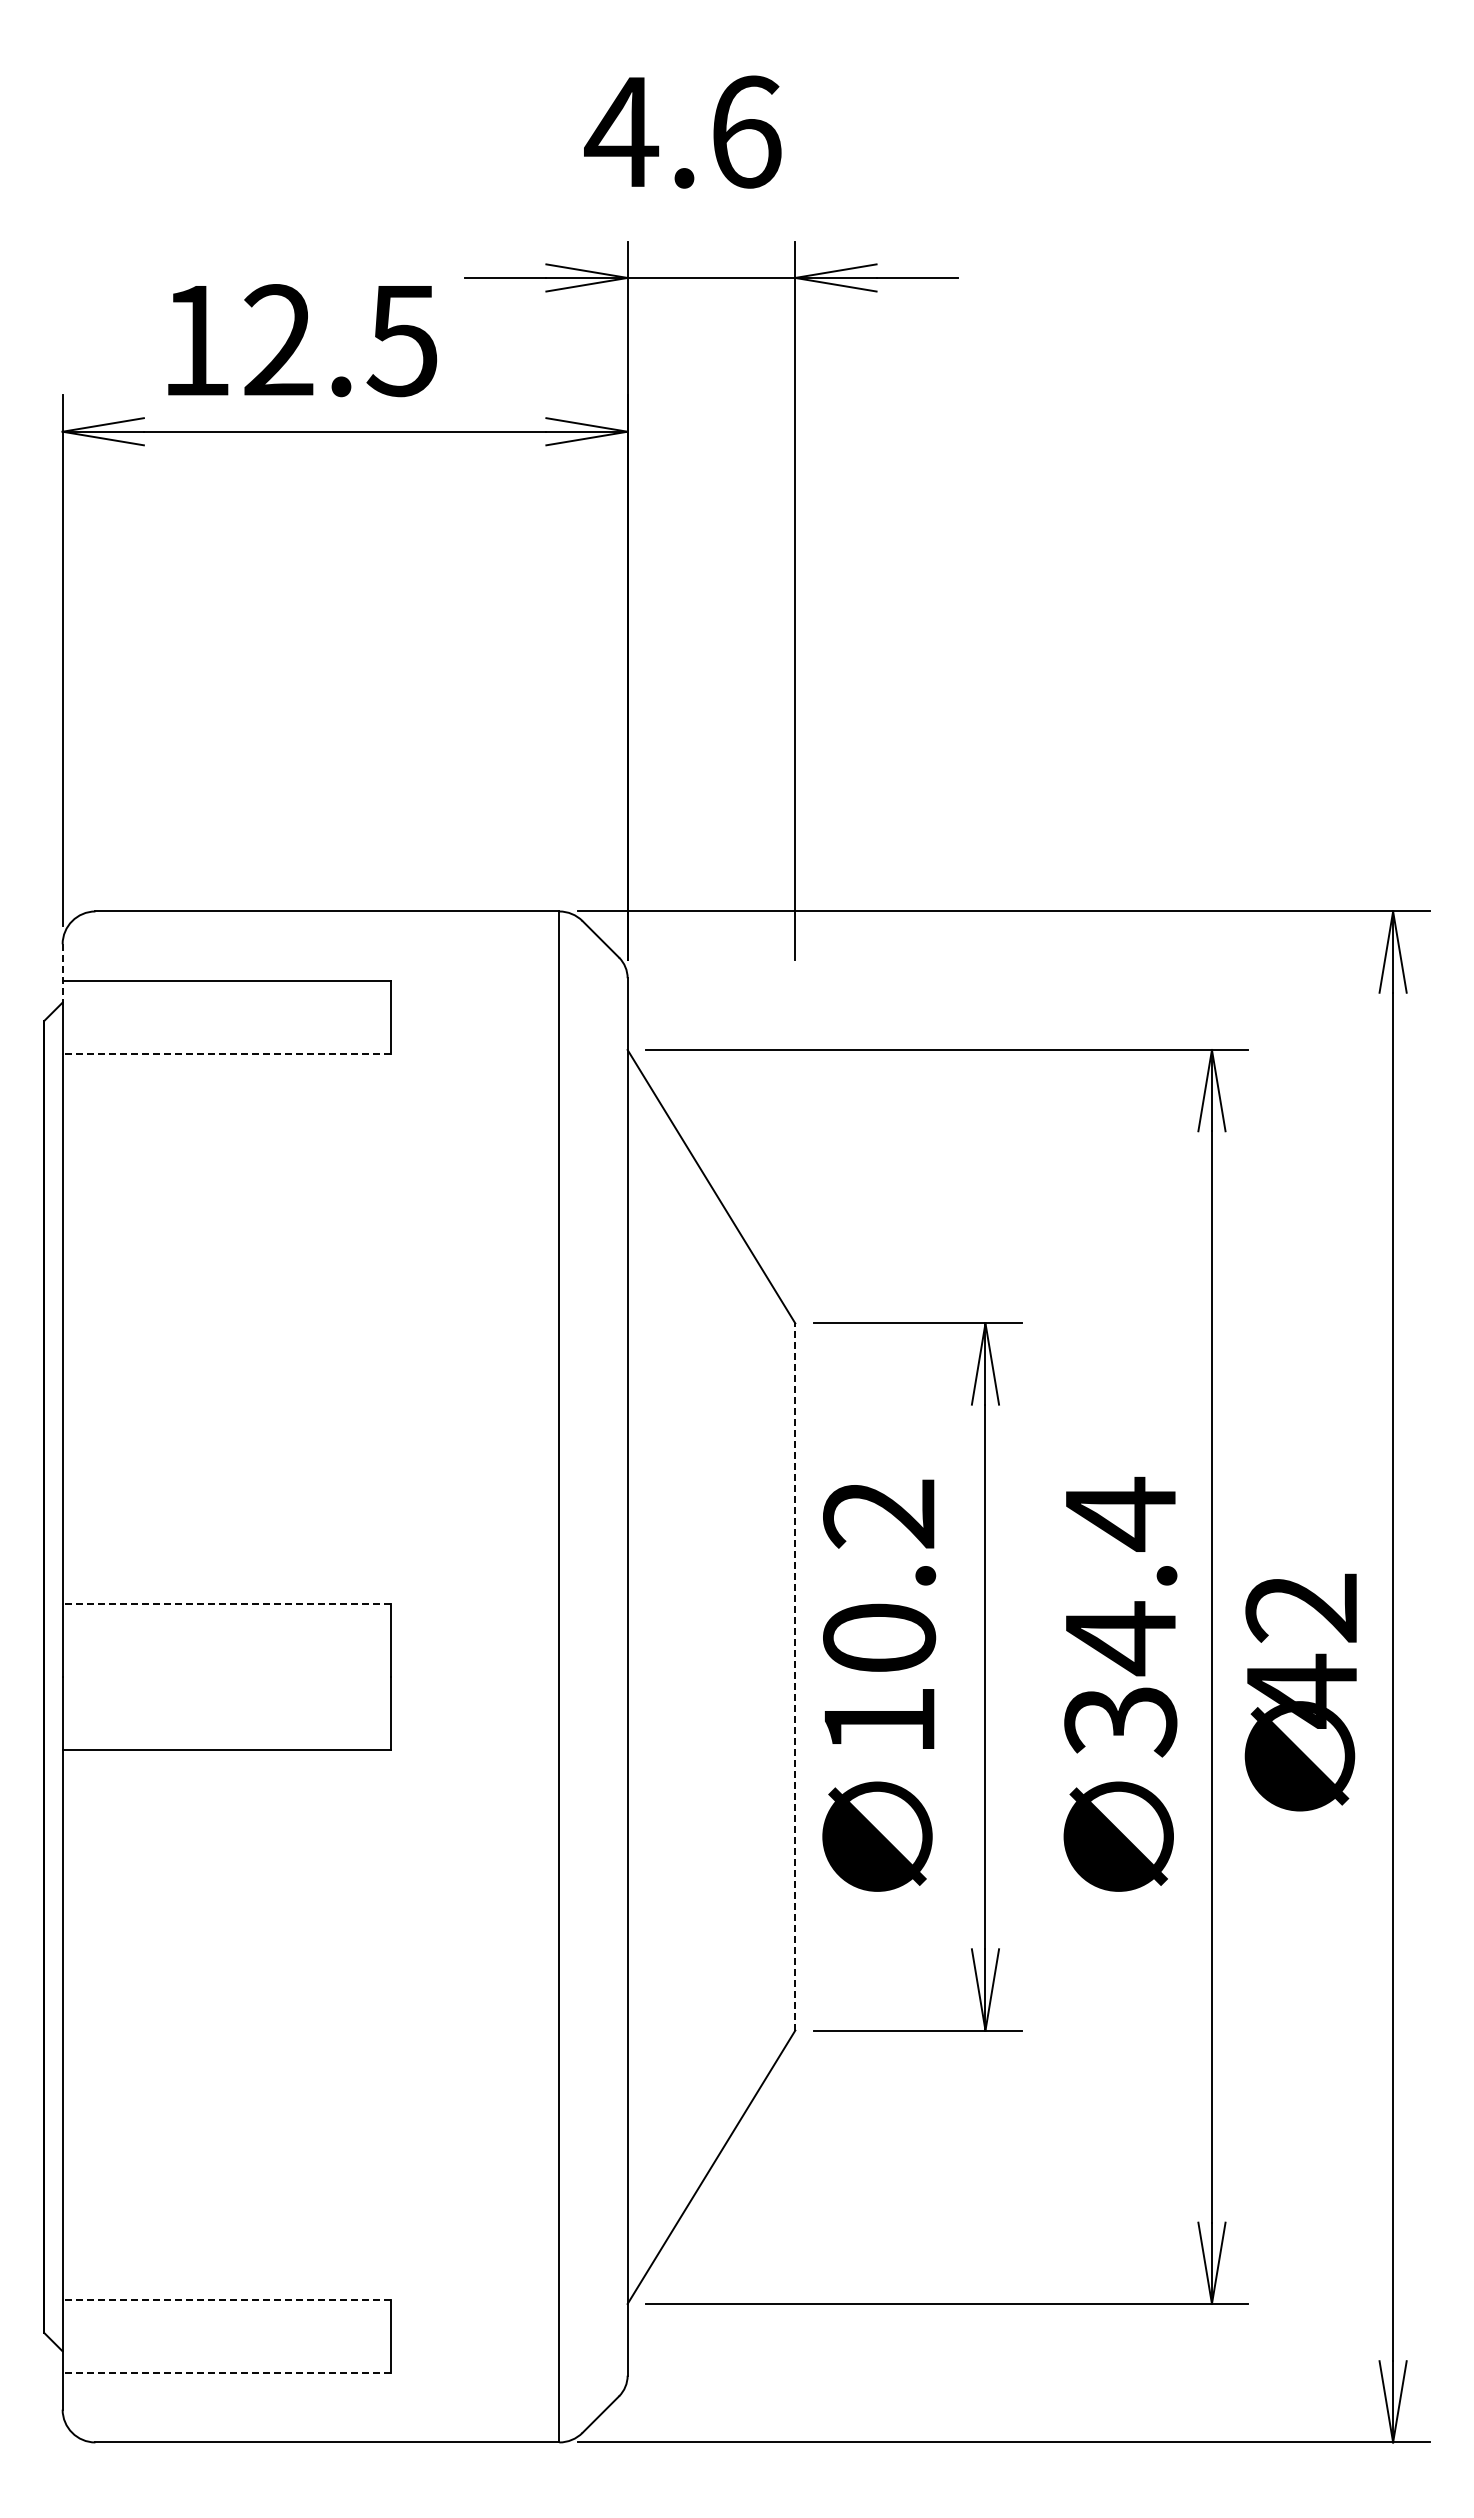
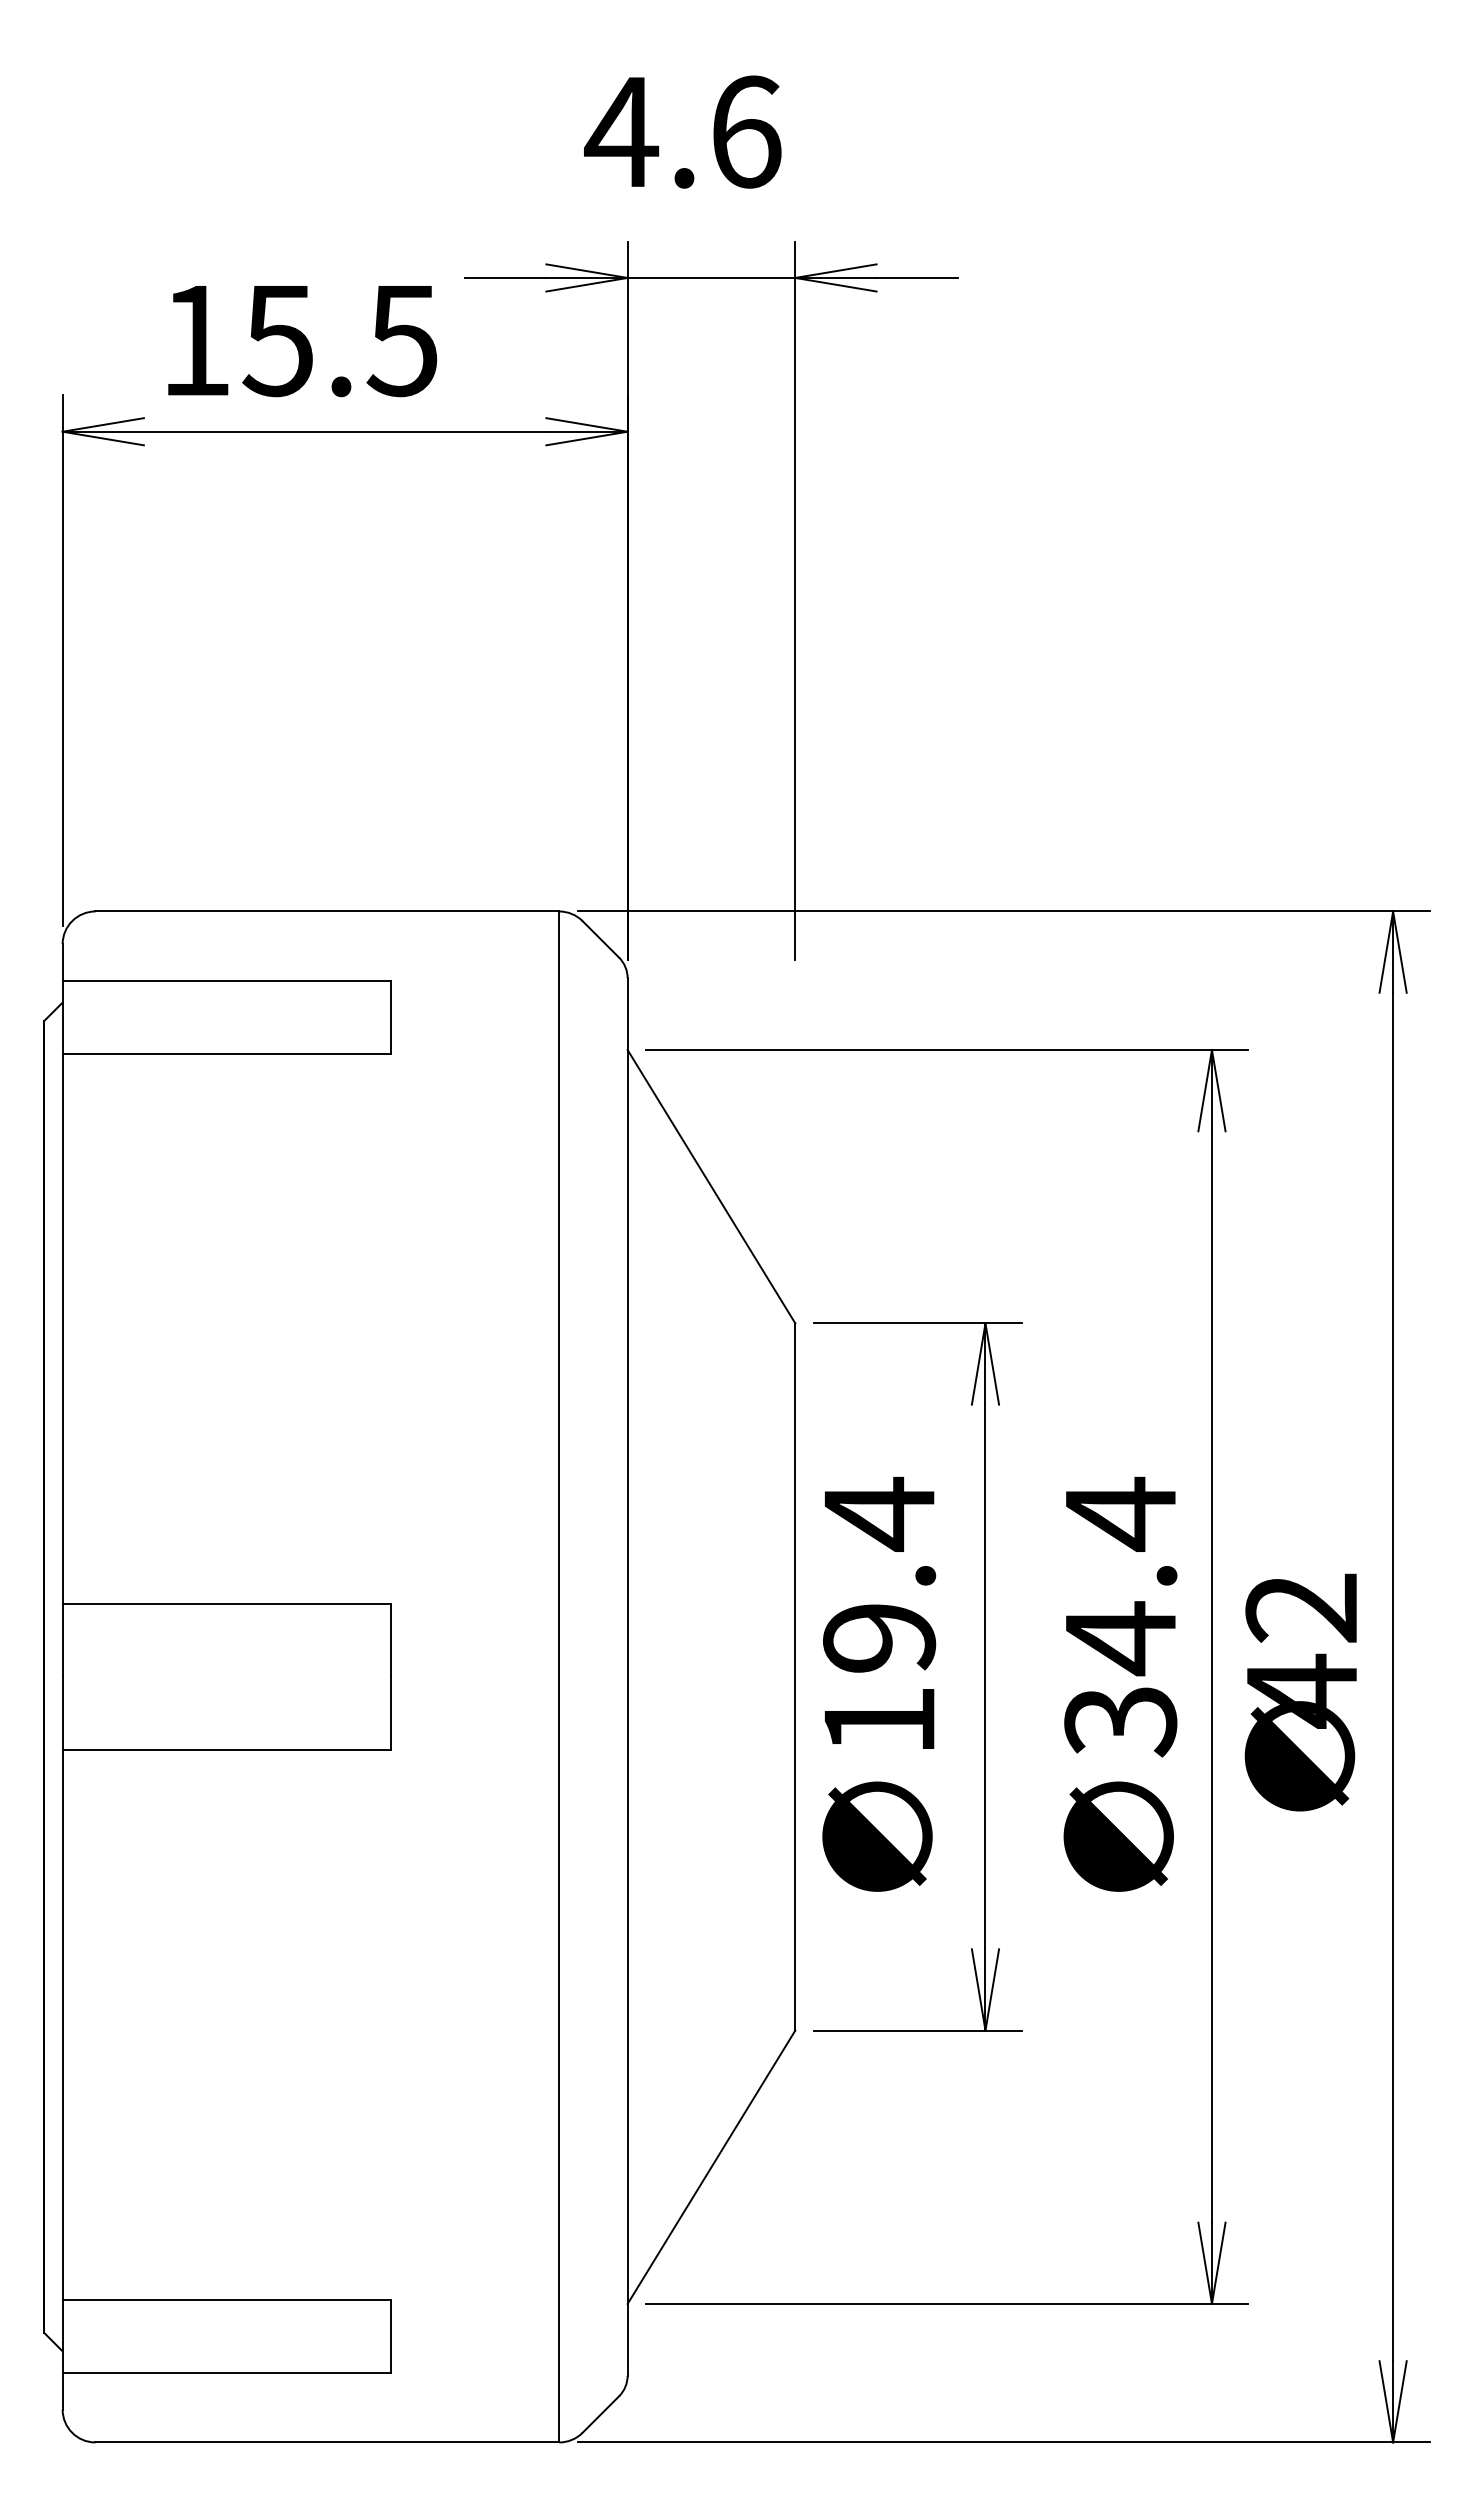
text at (277, 340): 12.5 -> 15.5
line at (62, 973): dashed -> solid
line at (226, 1053): dashed -> solid
text at (879, 1574): 10.2 -> 19.4
line at (226, 1604): dashed -> solid
line at (795, 1676): dashed -> solid
line at (226, 2300): dashed -> solid
line at (226, 2373): dashed -> solid
